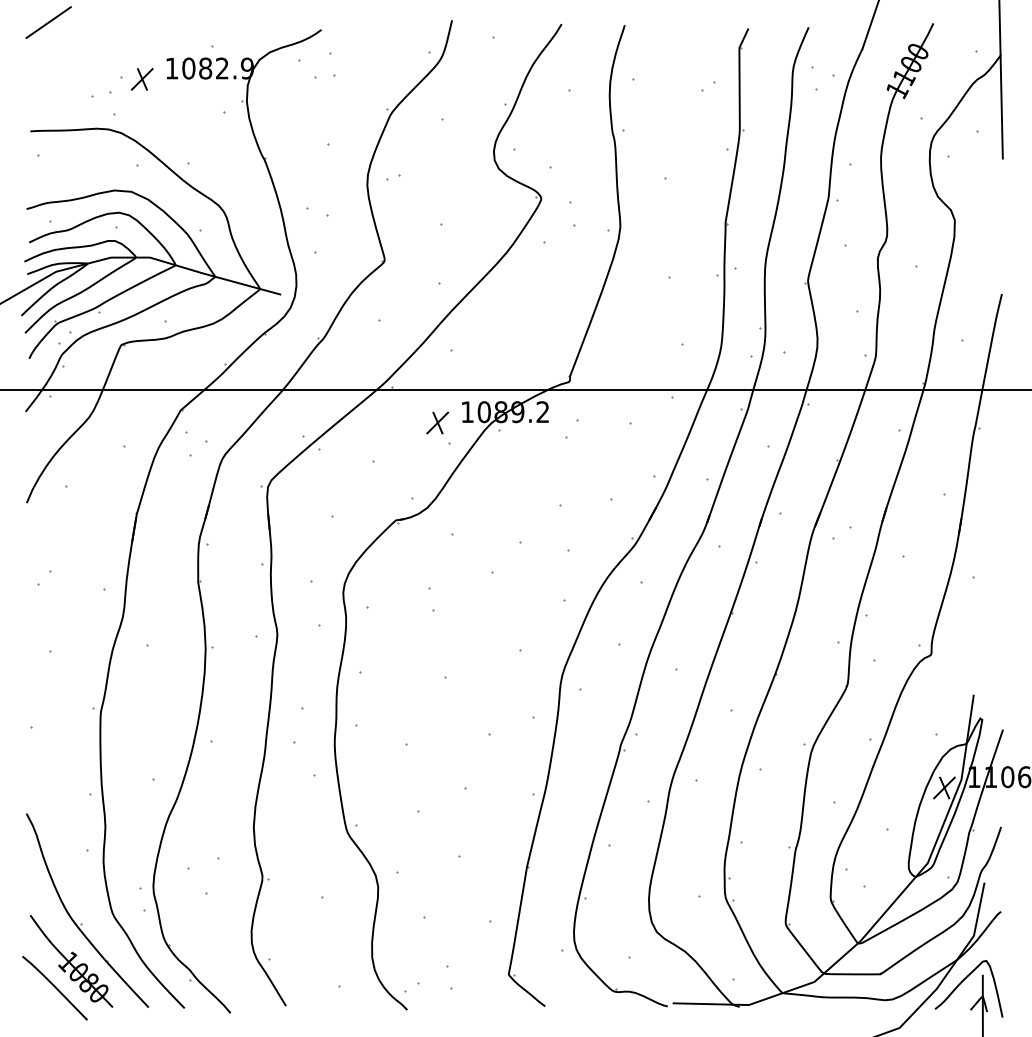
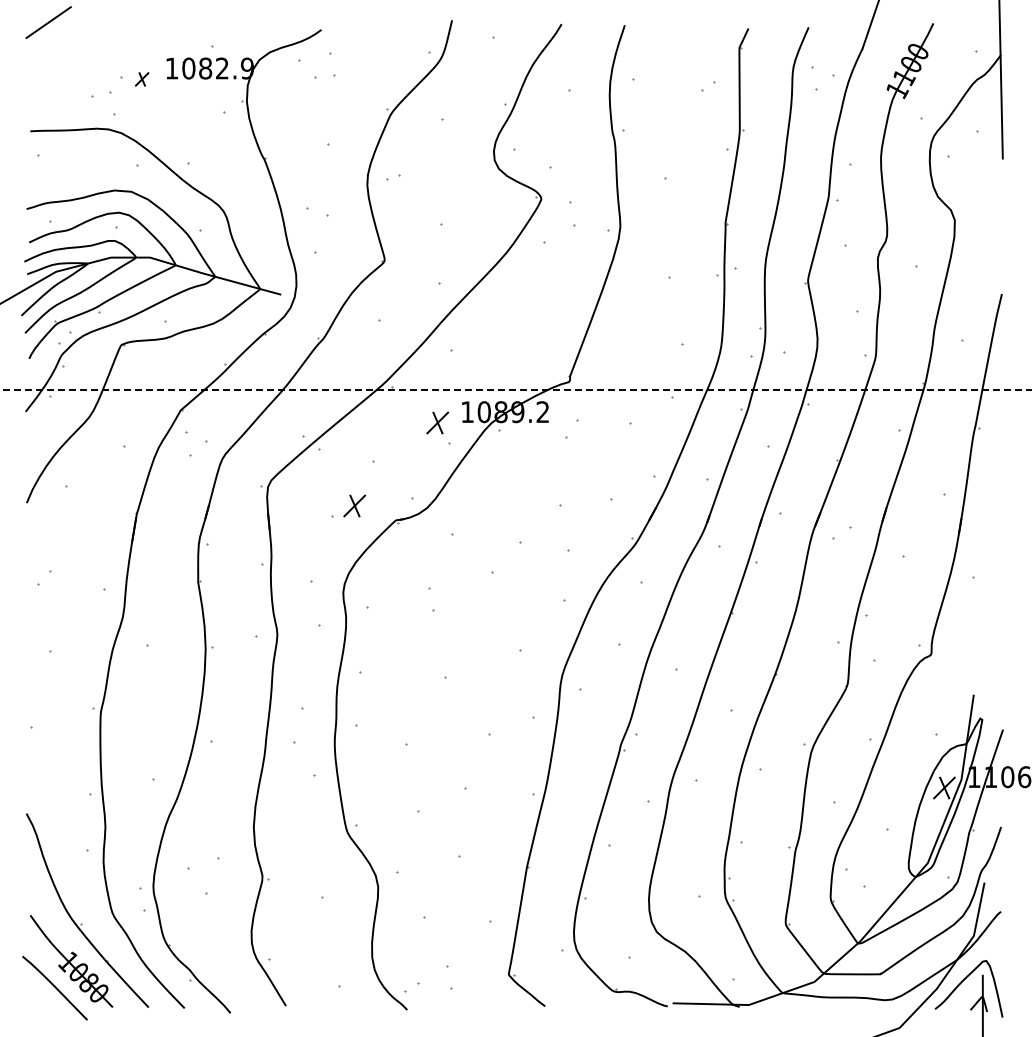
part at (141, 79) size: 24x23 px -> 16x15 px
line at (515, 390): solid -> dashed
part at (354, 505): none -> present
